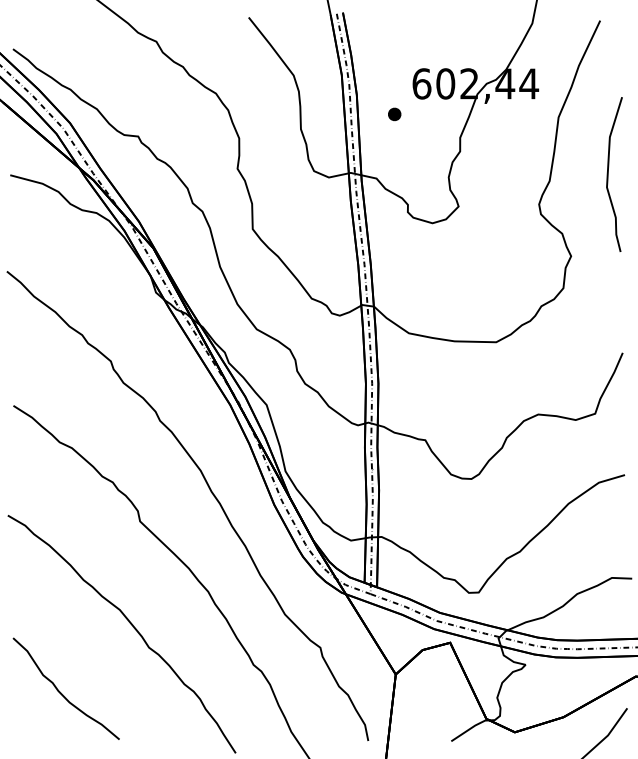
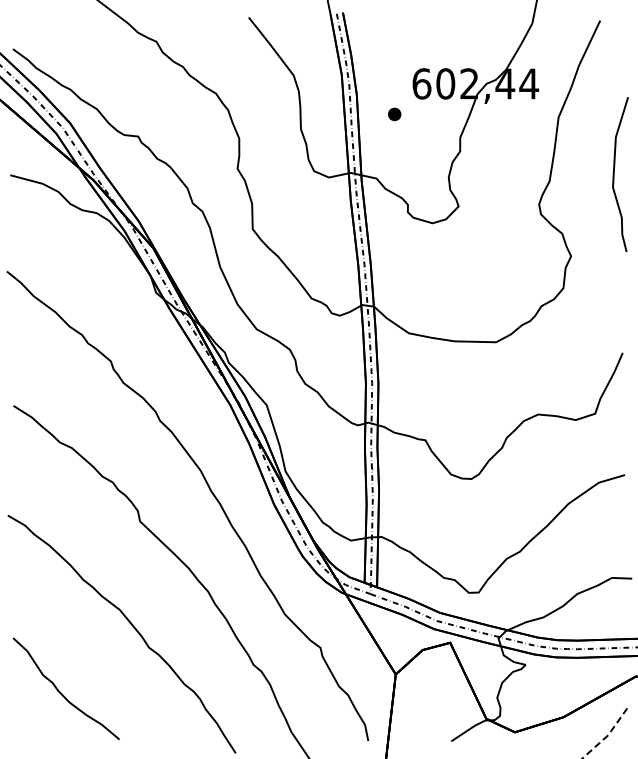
curve at (608, 174) position: (608, 174) -> (614, 174)
line at (608, 735): solid -> dashed
